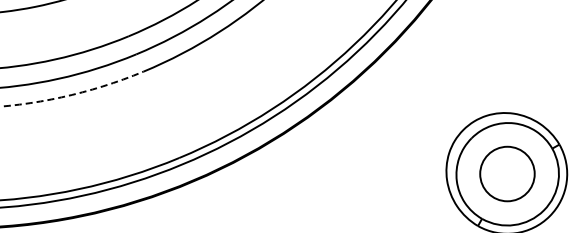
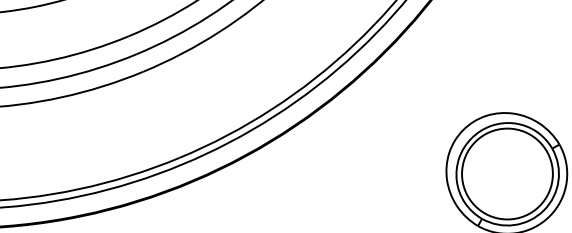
arc at (72, 94): dashed -> solid
circle at (507, 173) diameter: 55 px -> 91 px
